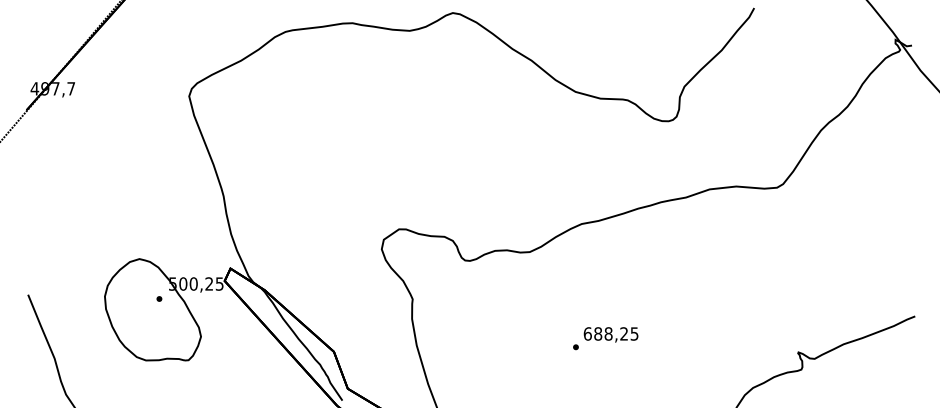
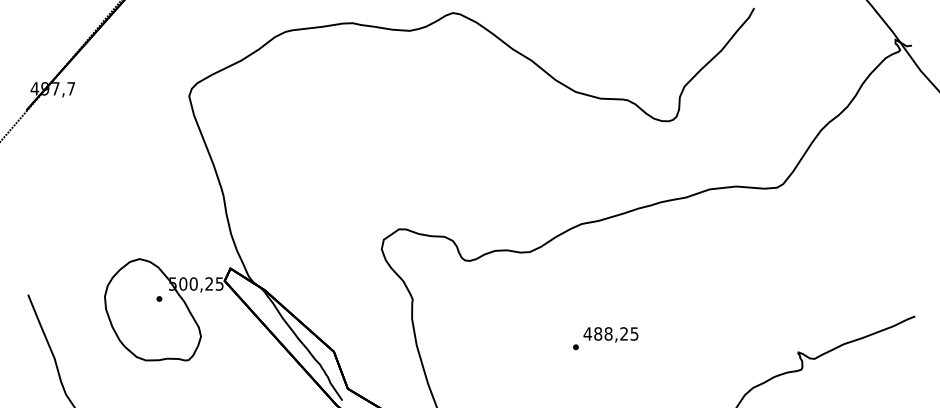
text at (587, 333): 688,25 -> 488,25
